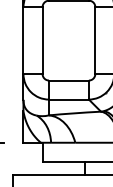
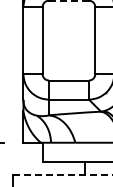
line at (68, 0): solid -> dashed
line at (62, 174): solid -> dashed
